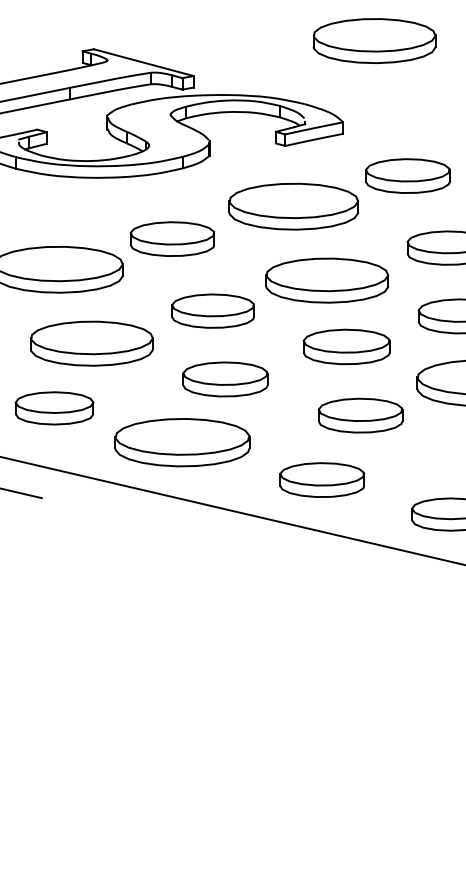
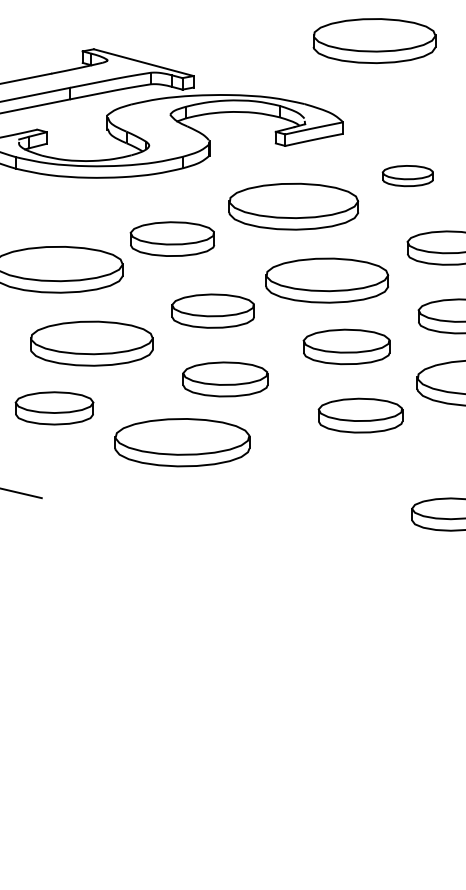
part at (407, 175) size: 86x36 px -> 53x23 px
part at (321, 479): present -> none
line at (232, 510): present -> none
